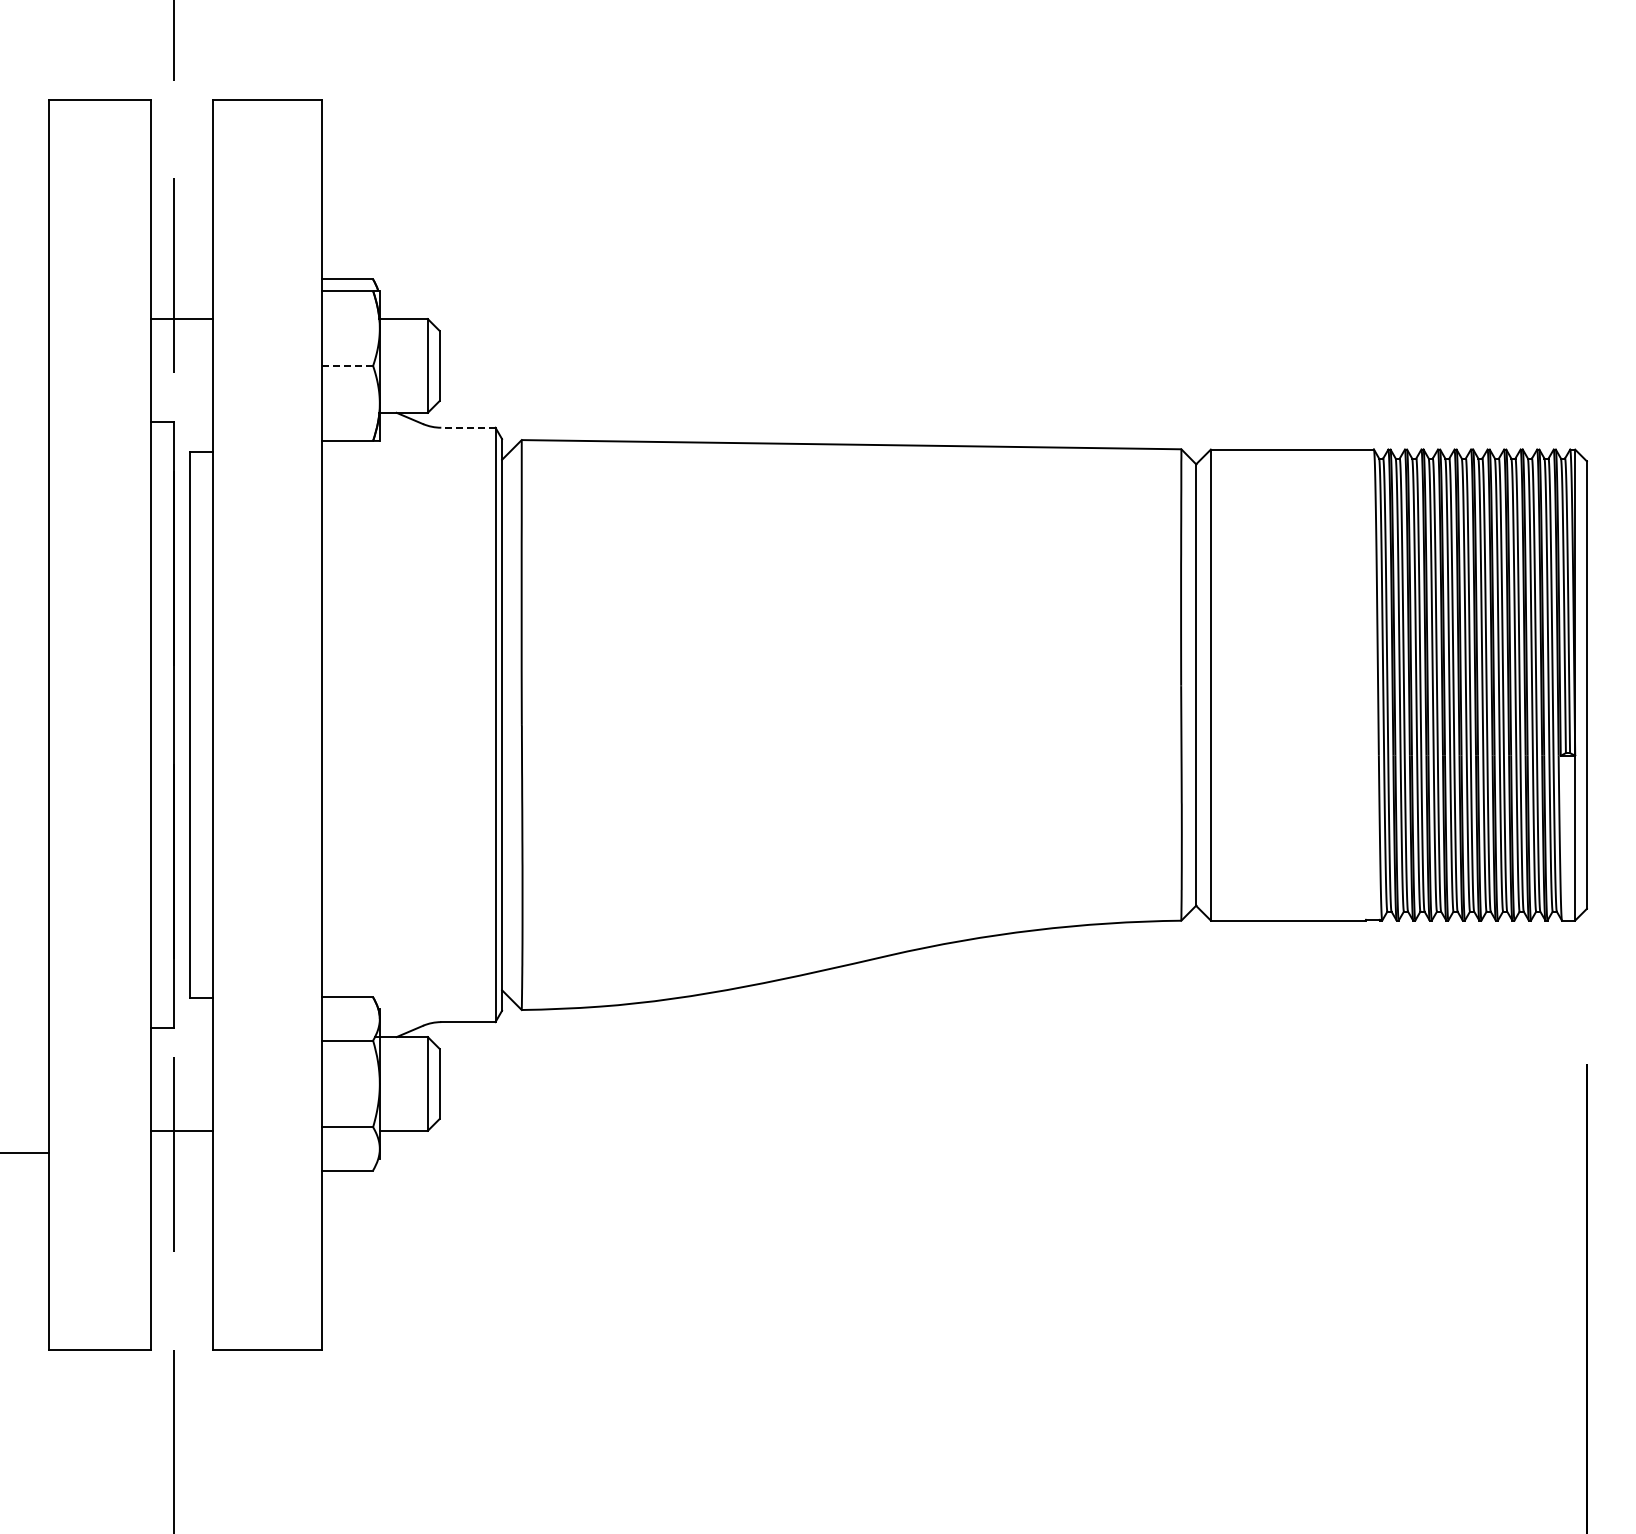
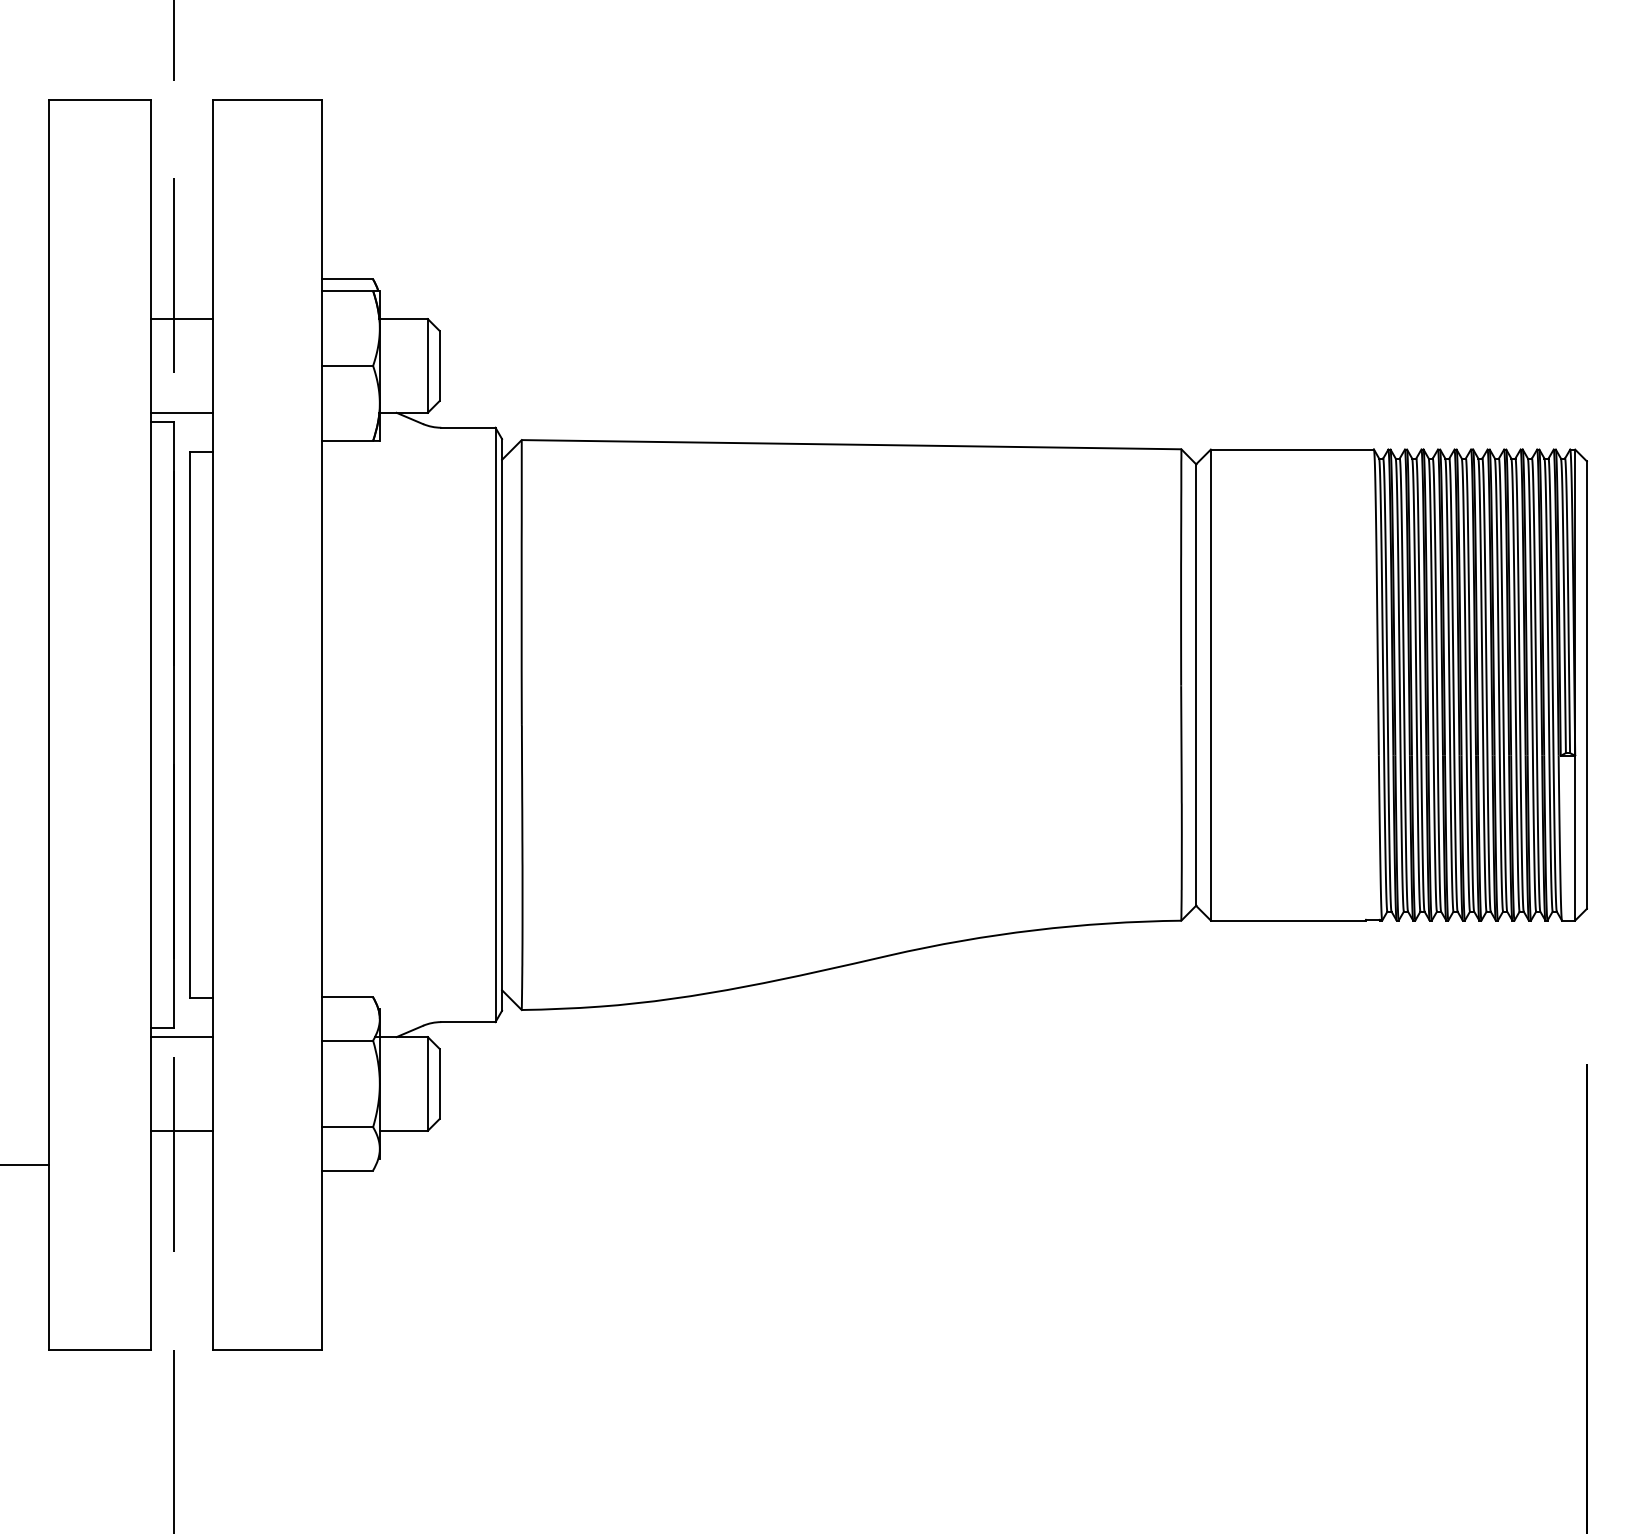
line at (347, 365): dashed -> solid
line at (181, 412): none -> present
line at (467, 427): dashed -> solid
line at (181, 1037): none -> present
line at (25, 1152) position: (25, 1152) -> (25, 1164)
